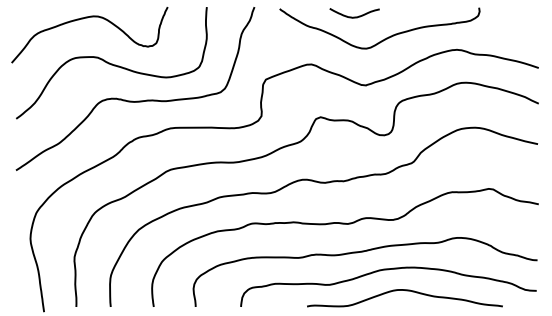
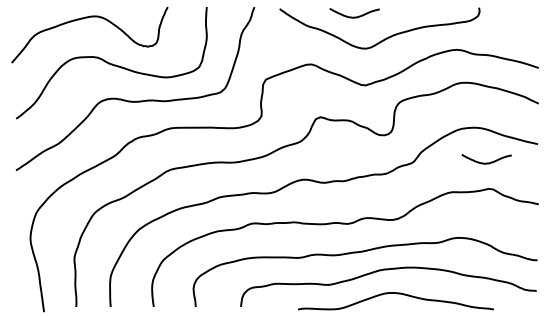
curve at (486, 162): none -> present
curve at (405, 291) position: (405, 291) -> (396, 294)
